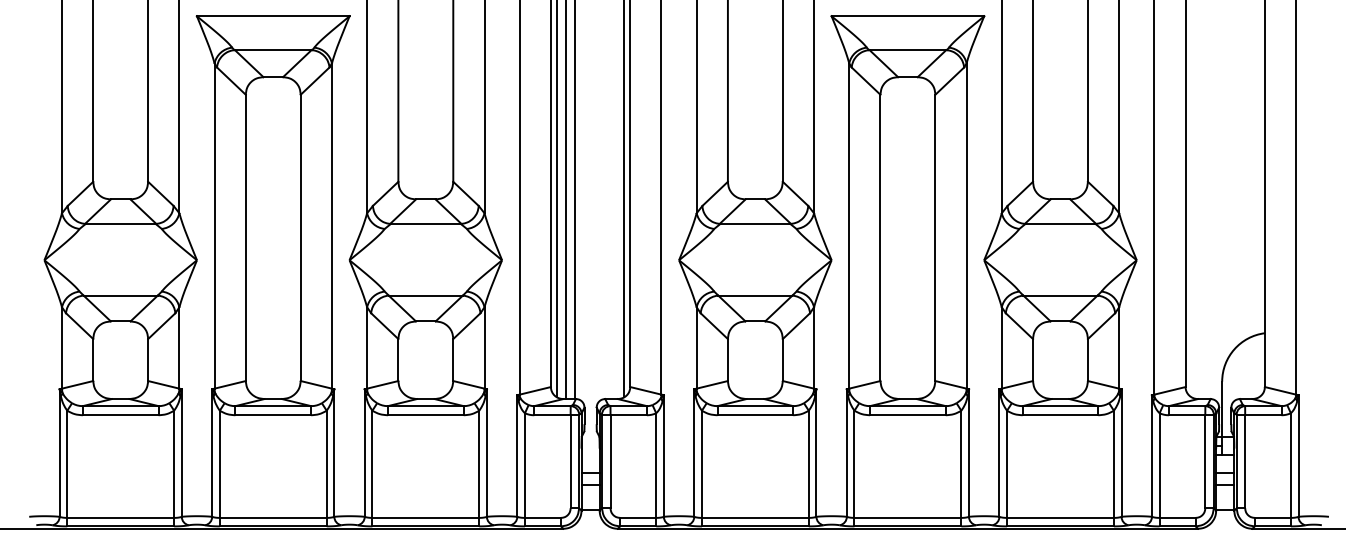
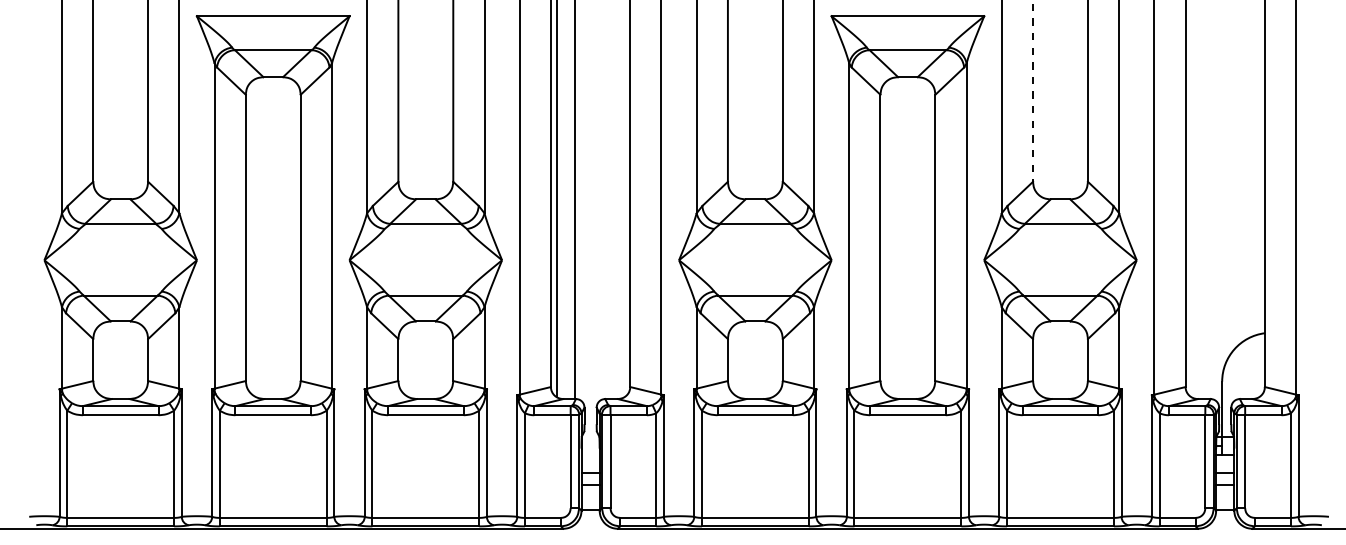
line at (1033, 91): solid -> dashed
line at (624, 199): present -> none
line at (566, 200): present -> none
